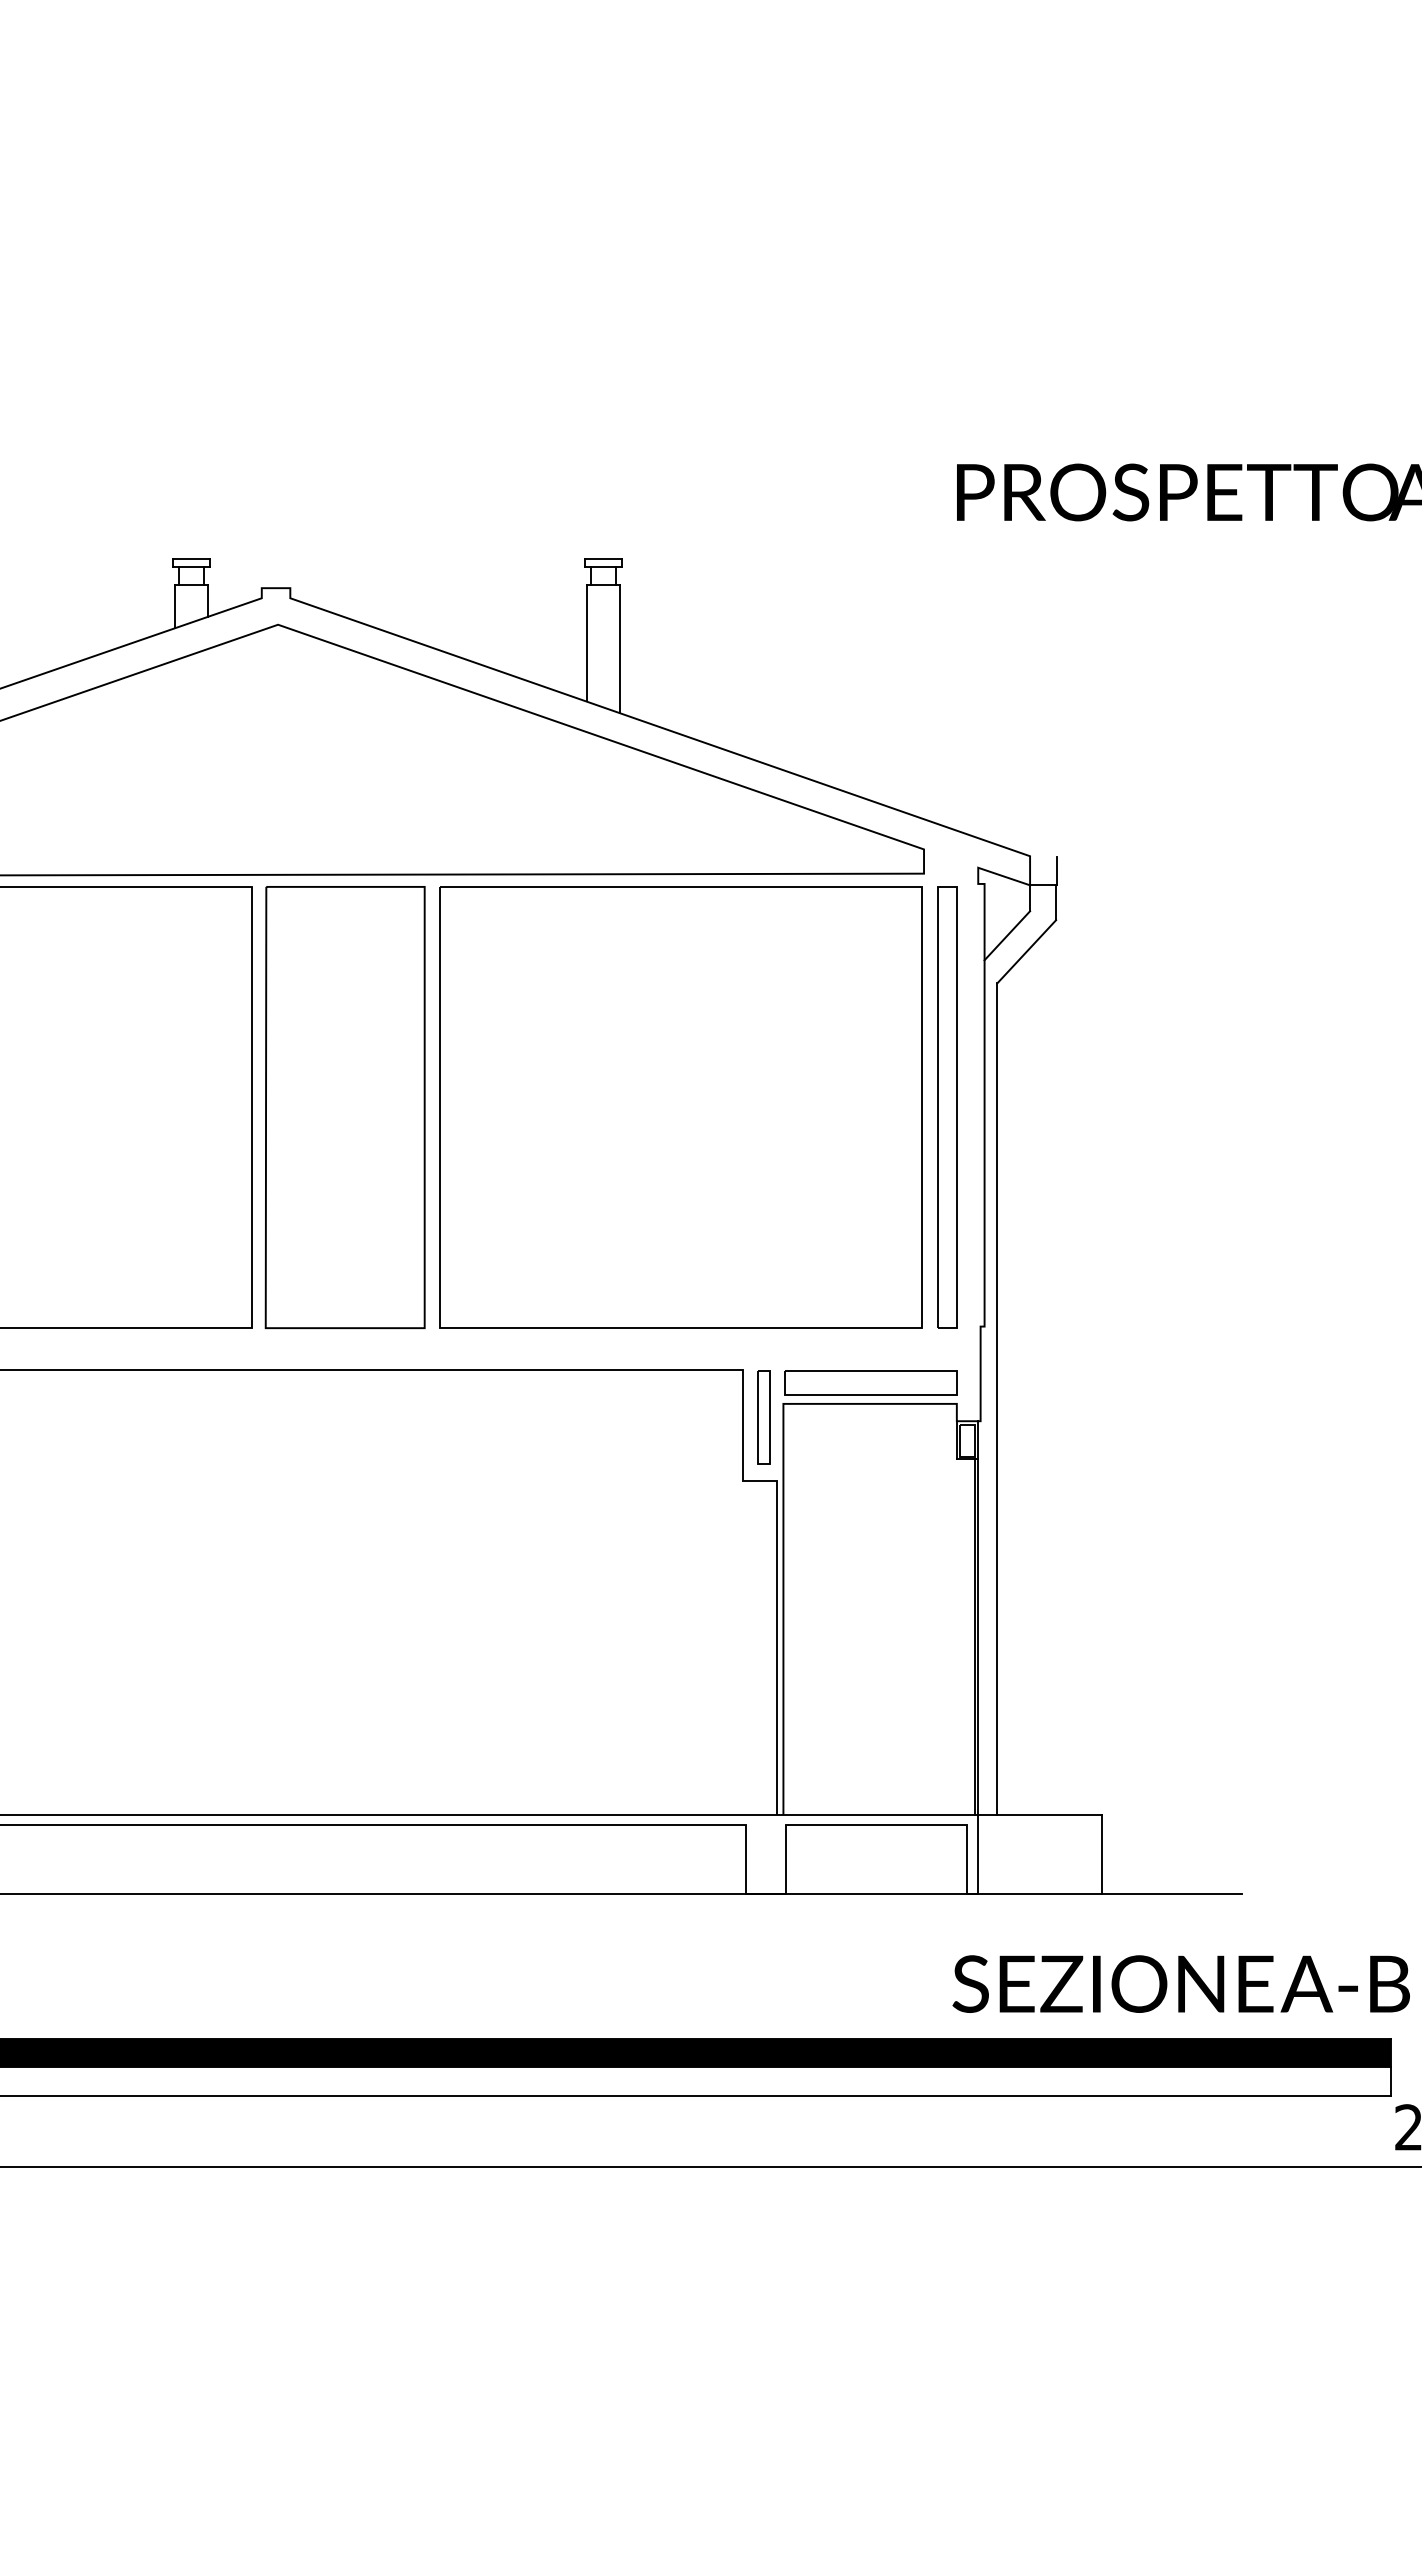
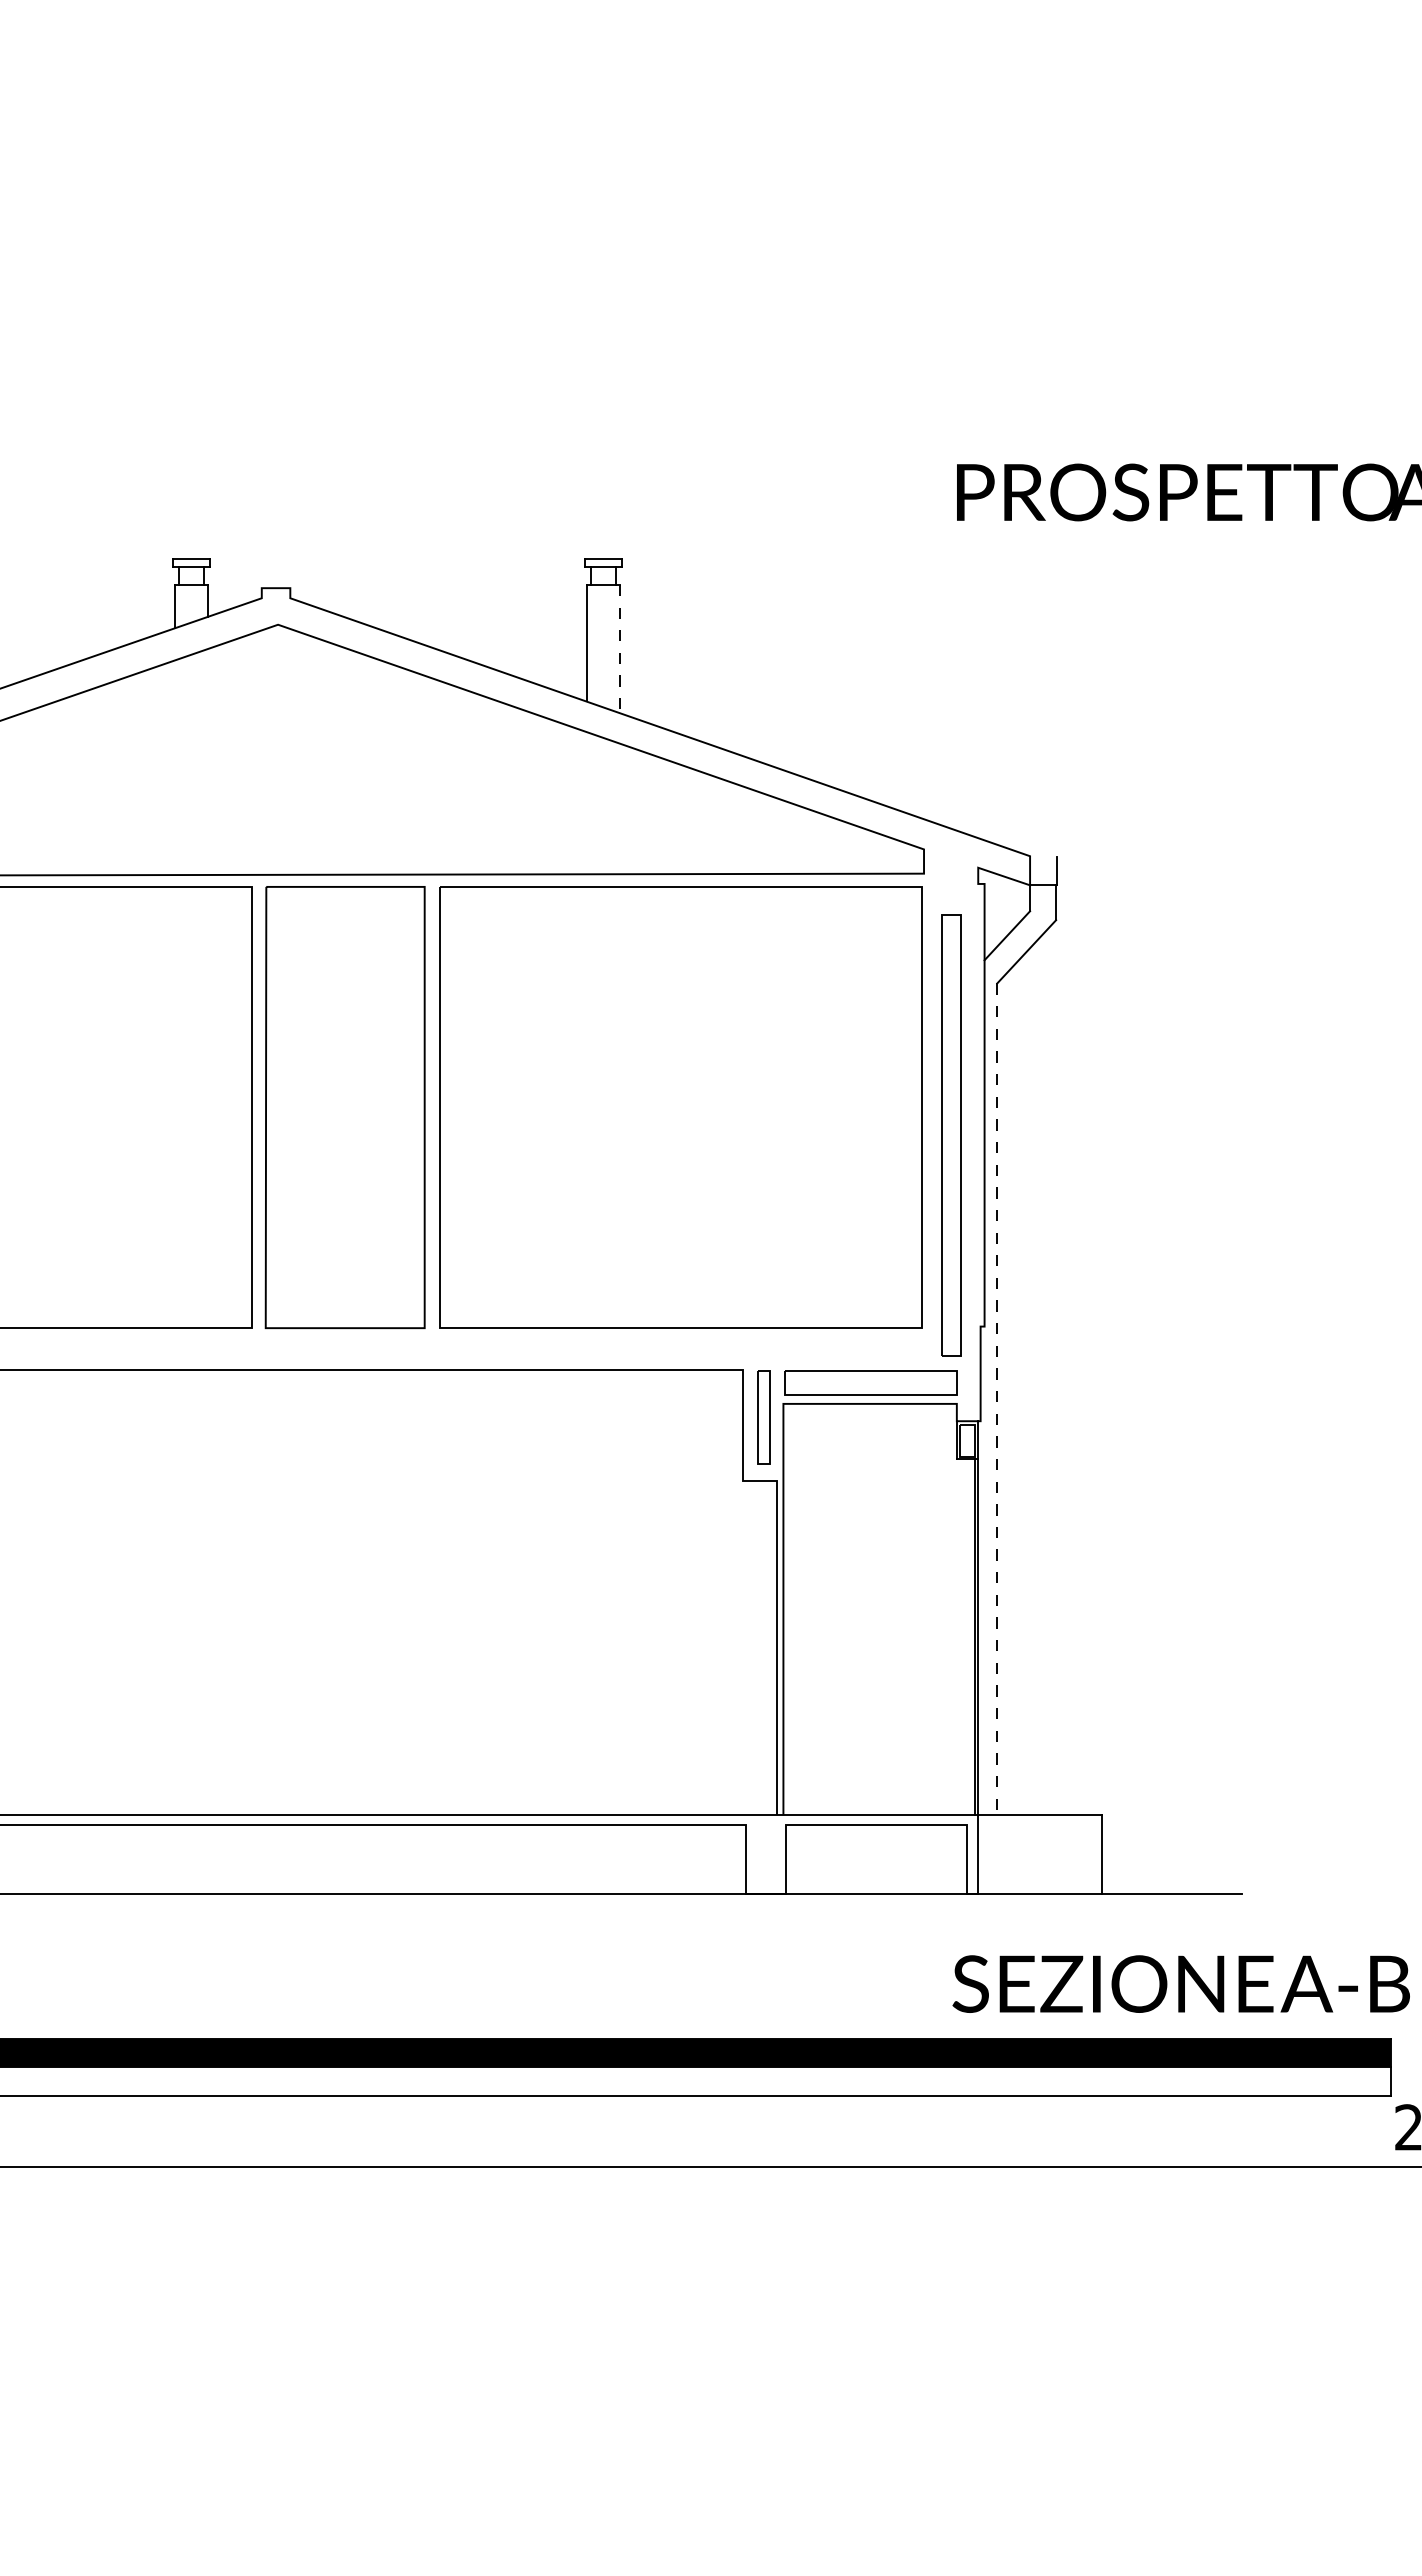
line at (619, 649): solid -> dashed
part at (947, 1107) position: (947, 1107) -> (951, 1135)
line at (997, 1399): solid -> dashed
